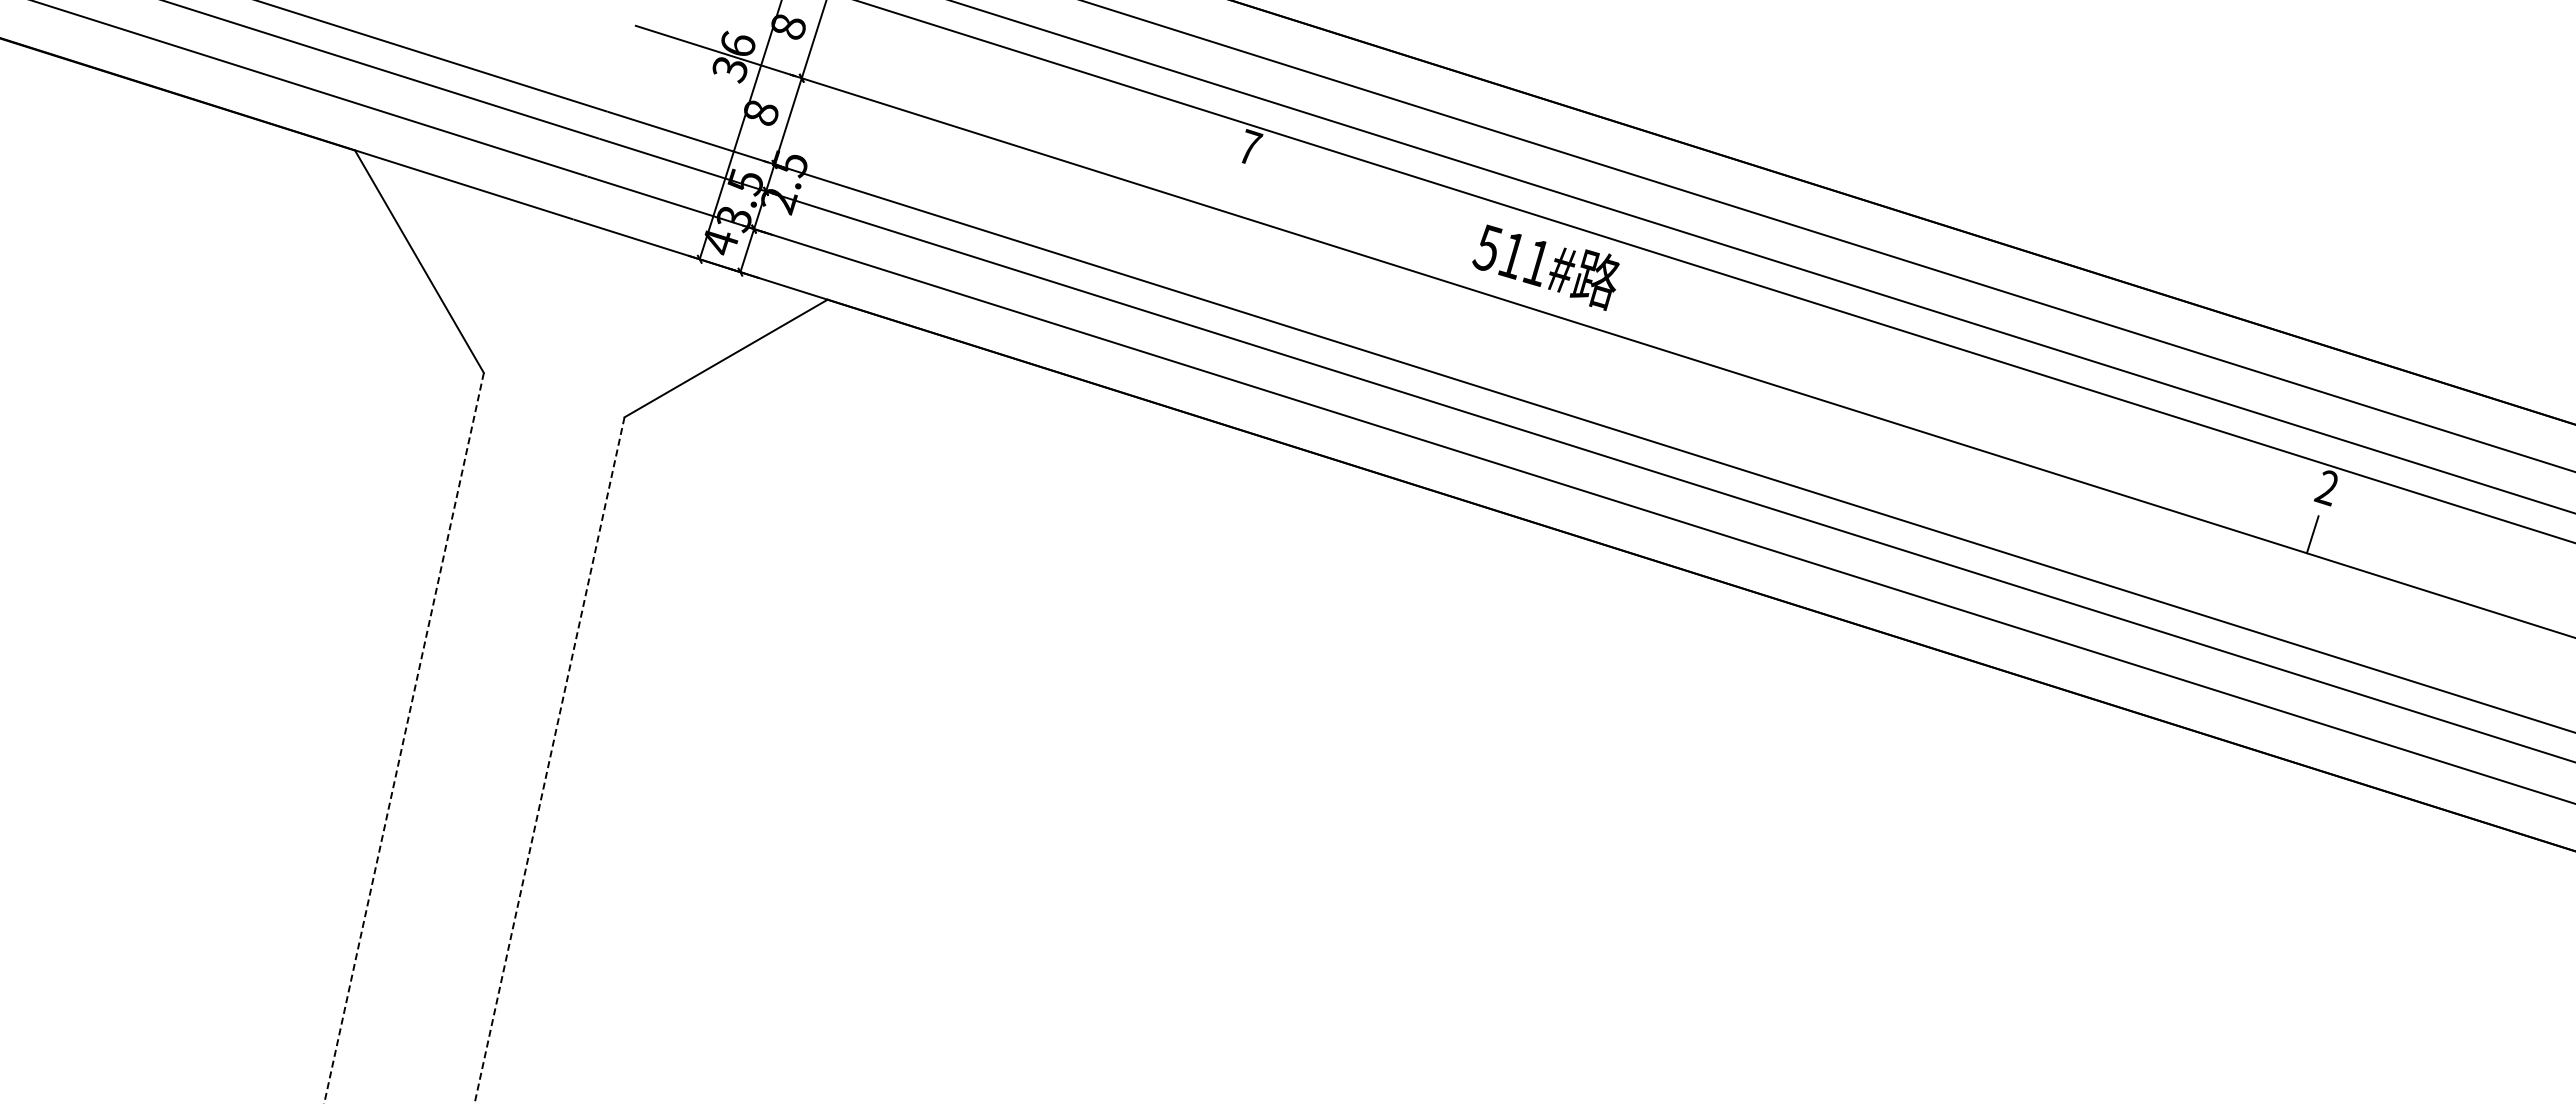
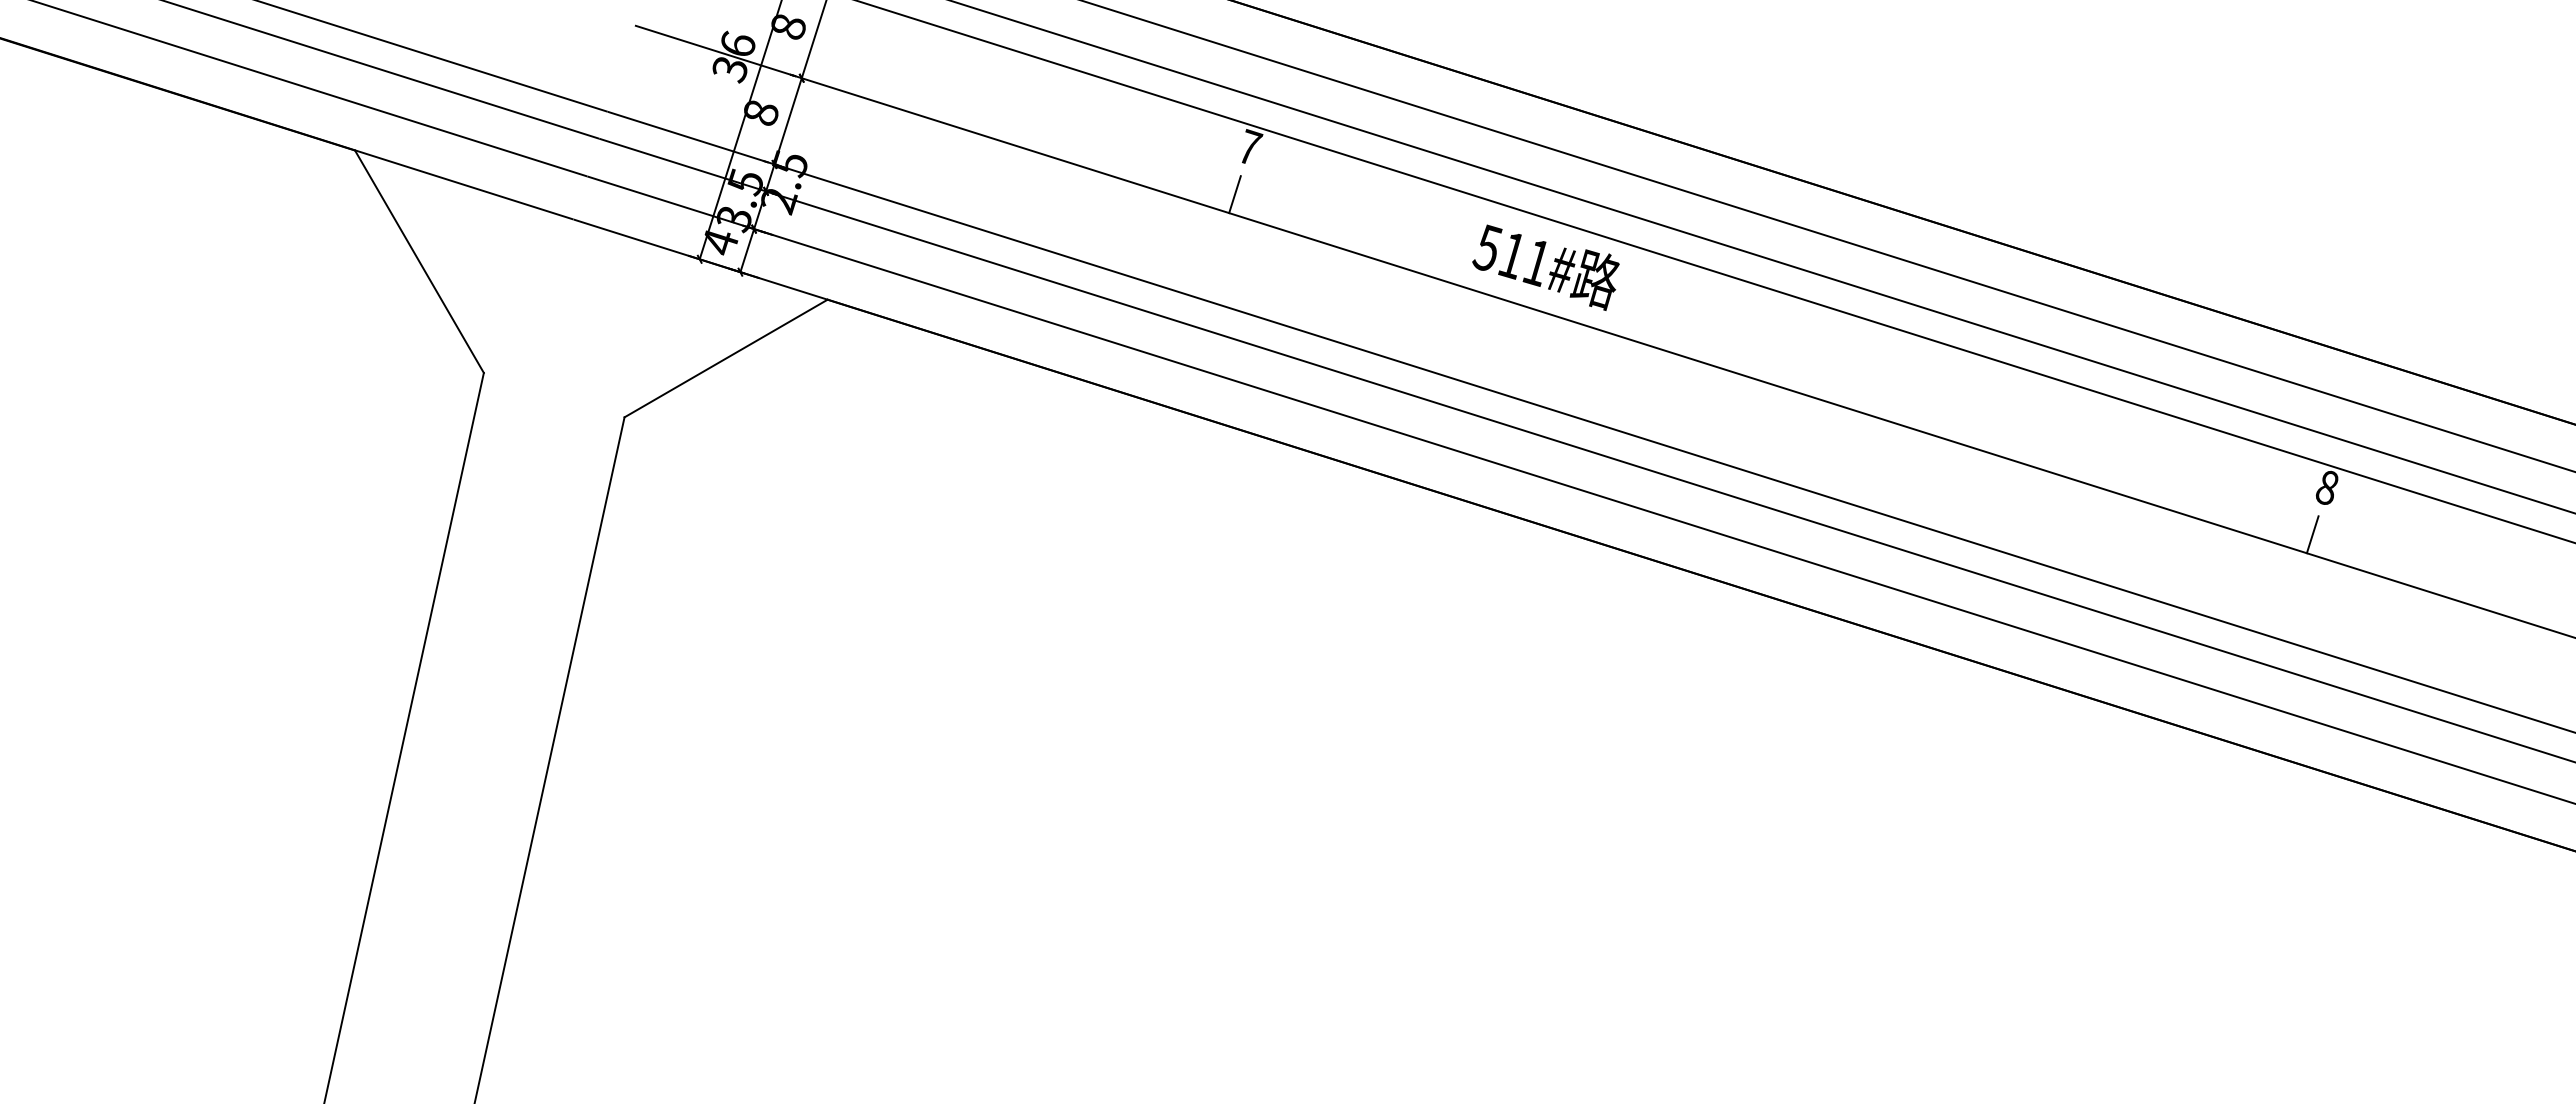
line at (1234, 194): none -> present
text at (2326, 488): 2 -> 8
line at (404, 738): dashed -> solid
line at (549, 760): dashed -> solid
